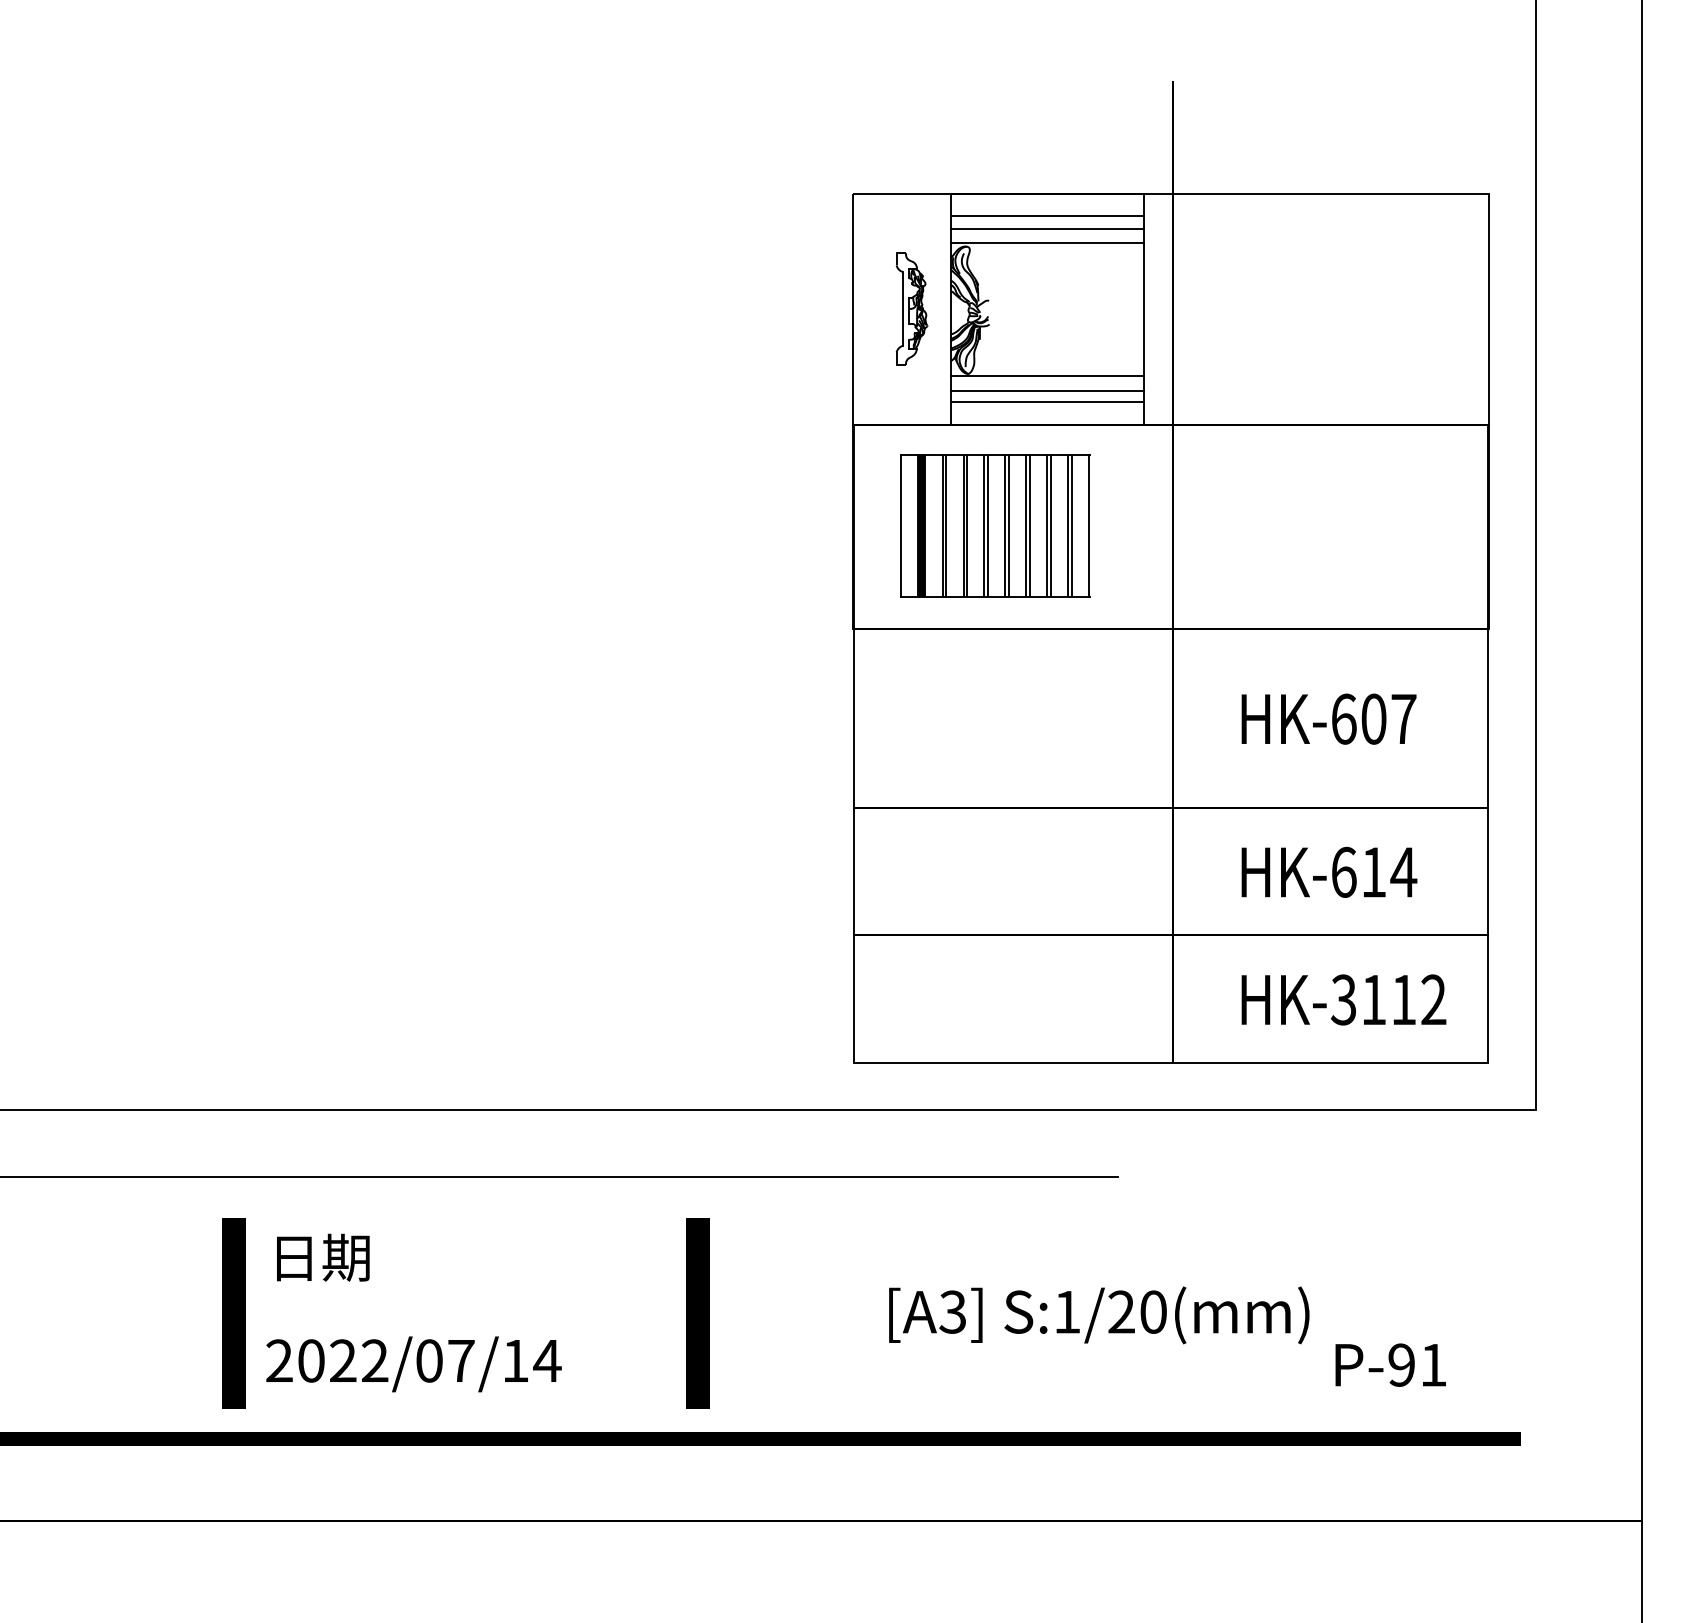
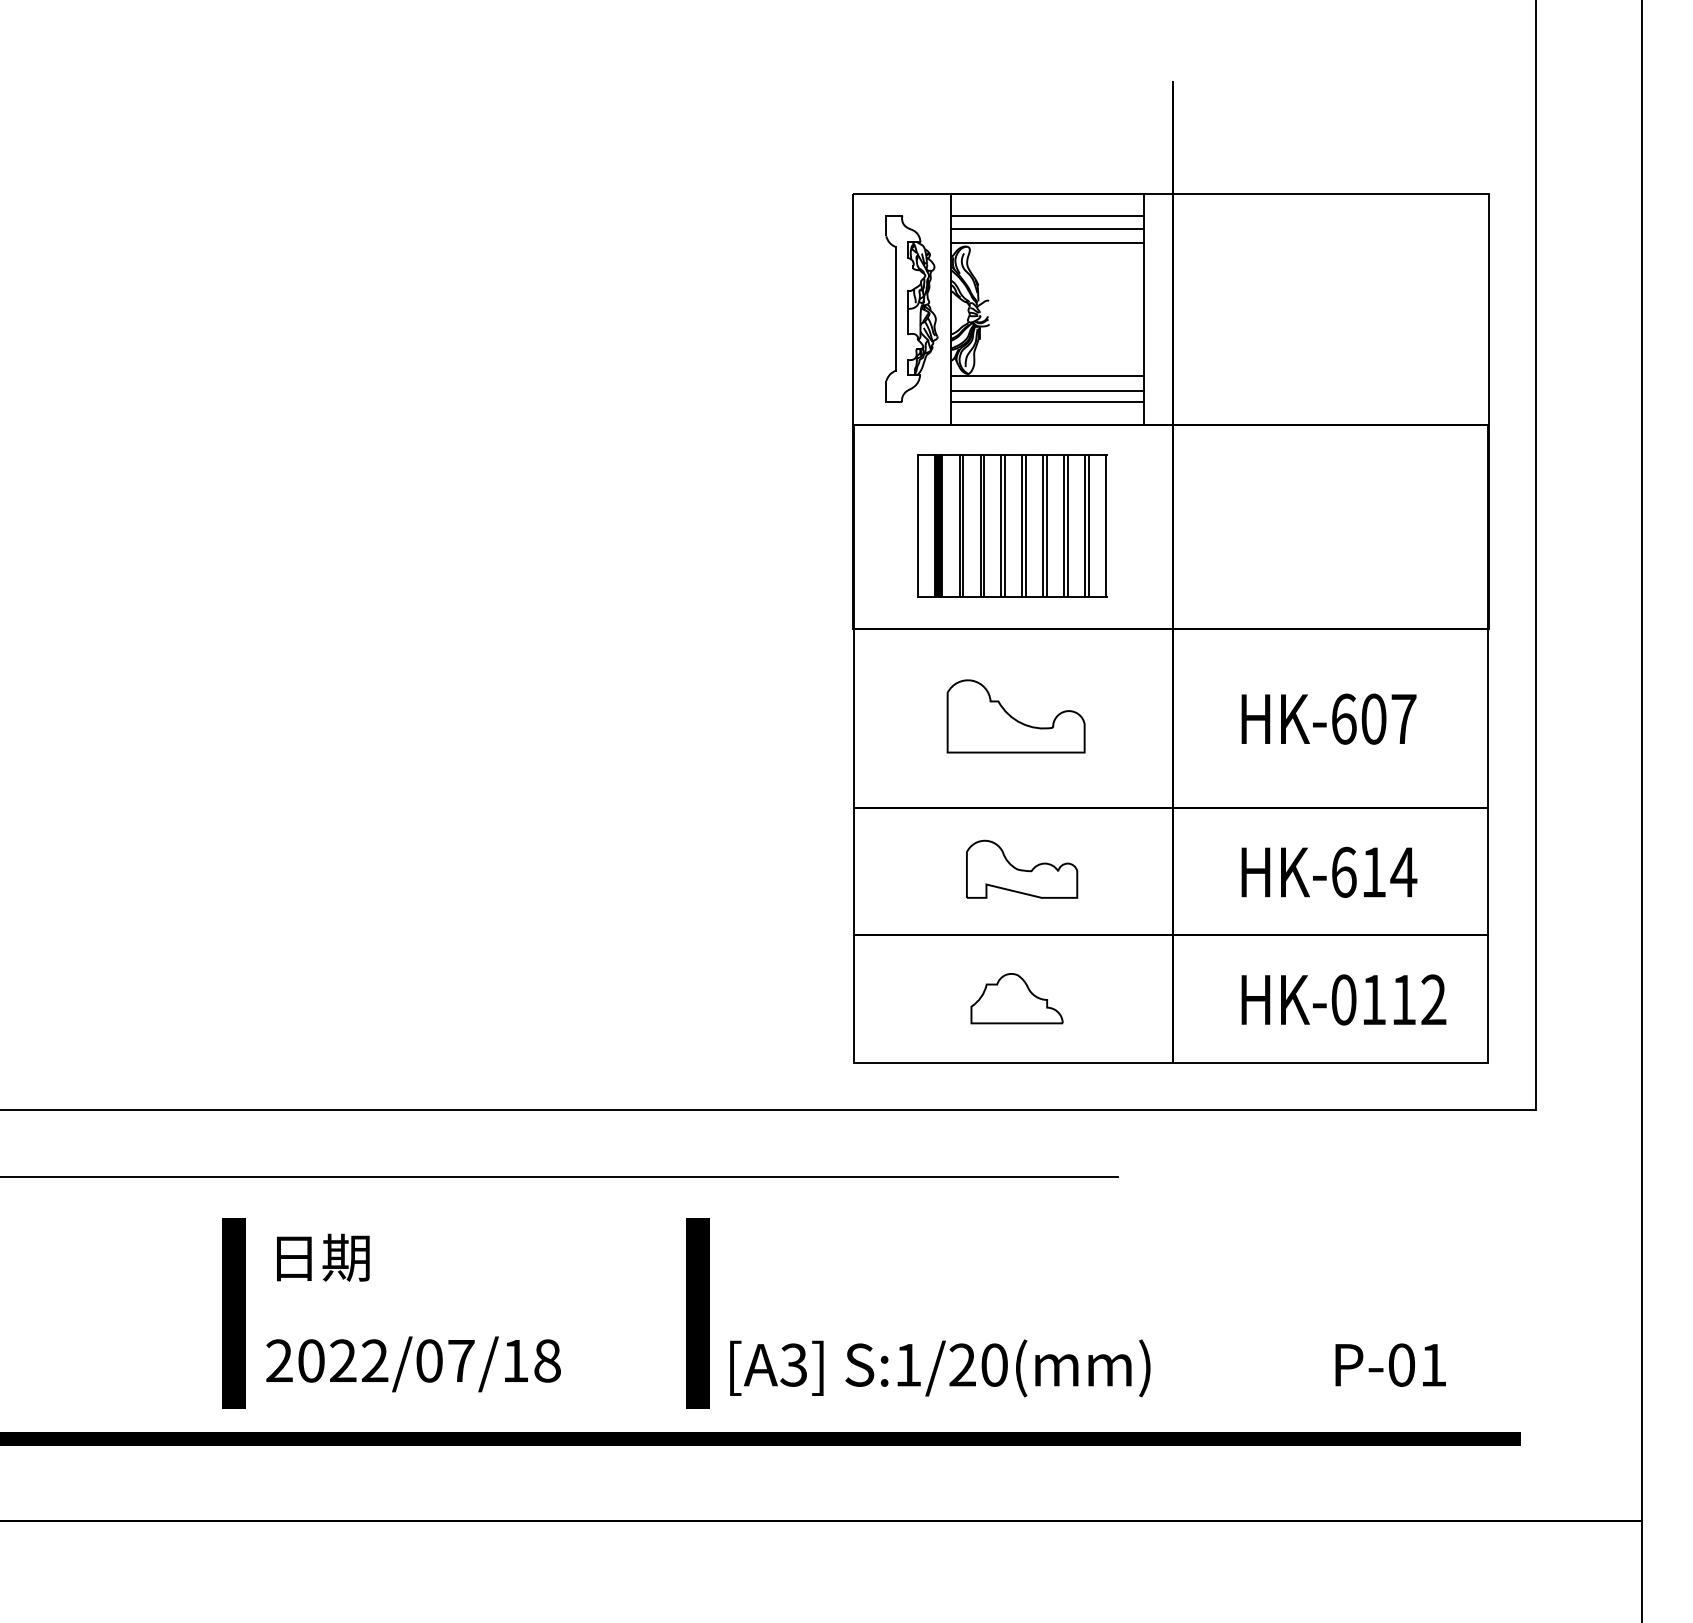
part at (911, 308) size: 34x114 px -> 54x188 px
part at (995, 525) position: (995, 525) -> (1012, 525)
part at (1015, 716): none -> present
part at (1022, 868): none -> present
part at (1016, 998): none -> present
text at (1343, 999): HK-3112 -> HK-0112
text at (1099, 1315) position: (1099, 1315) -> (940, 1368)
text at (547, 1360): 2022/07/14 -> 2022/07/18
text at (1401, 1364): P-91 -> P-01
